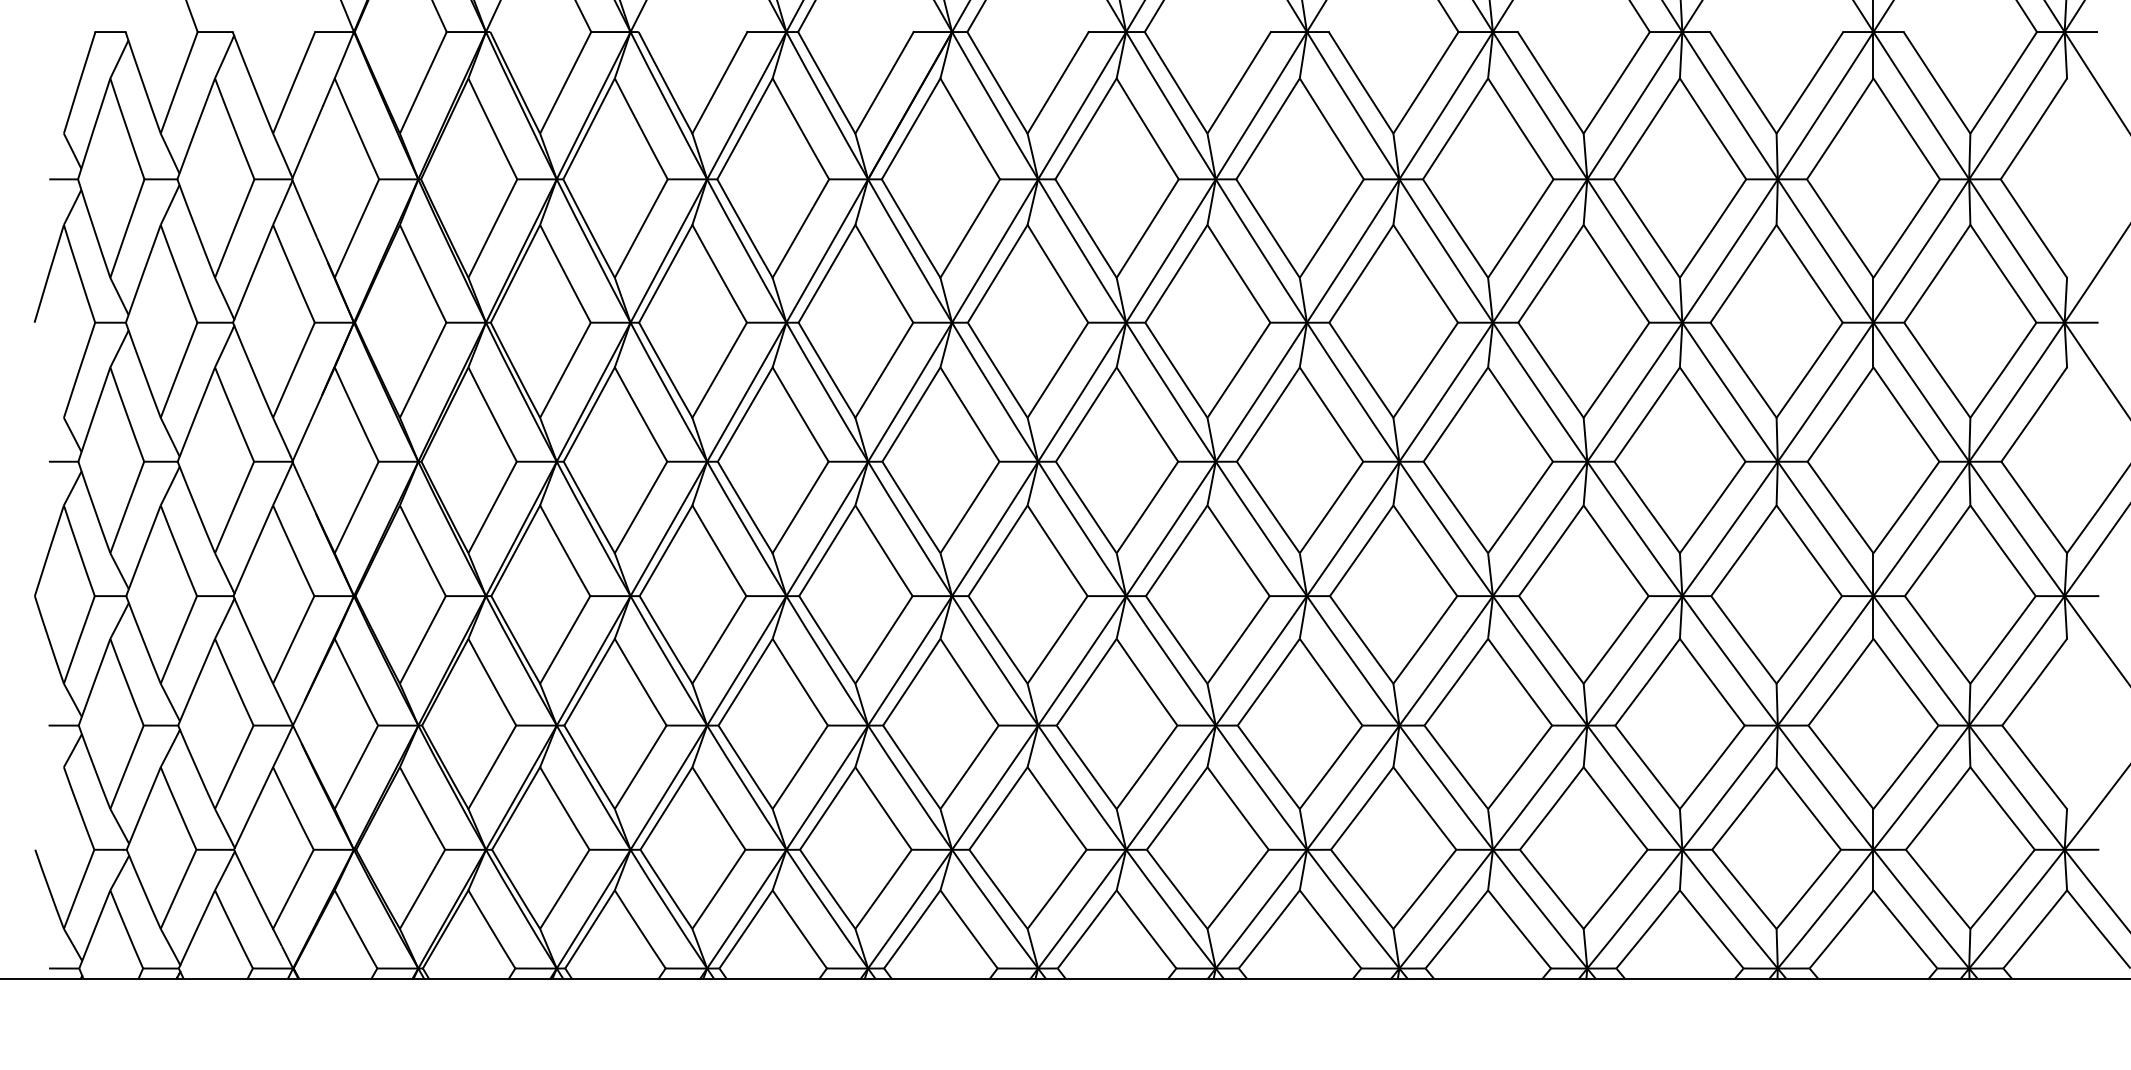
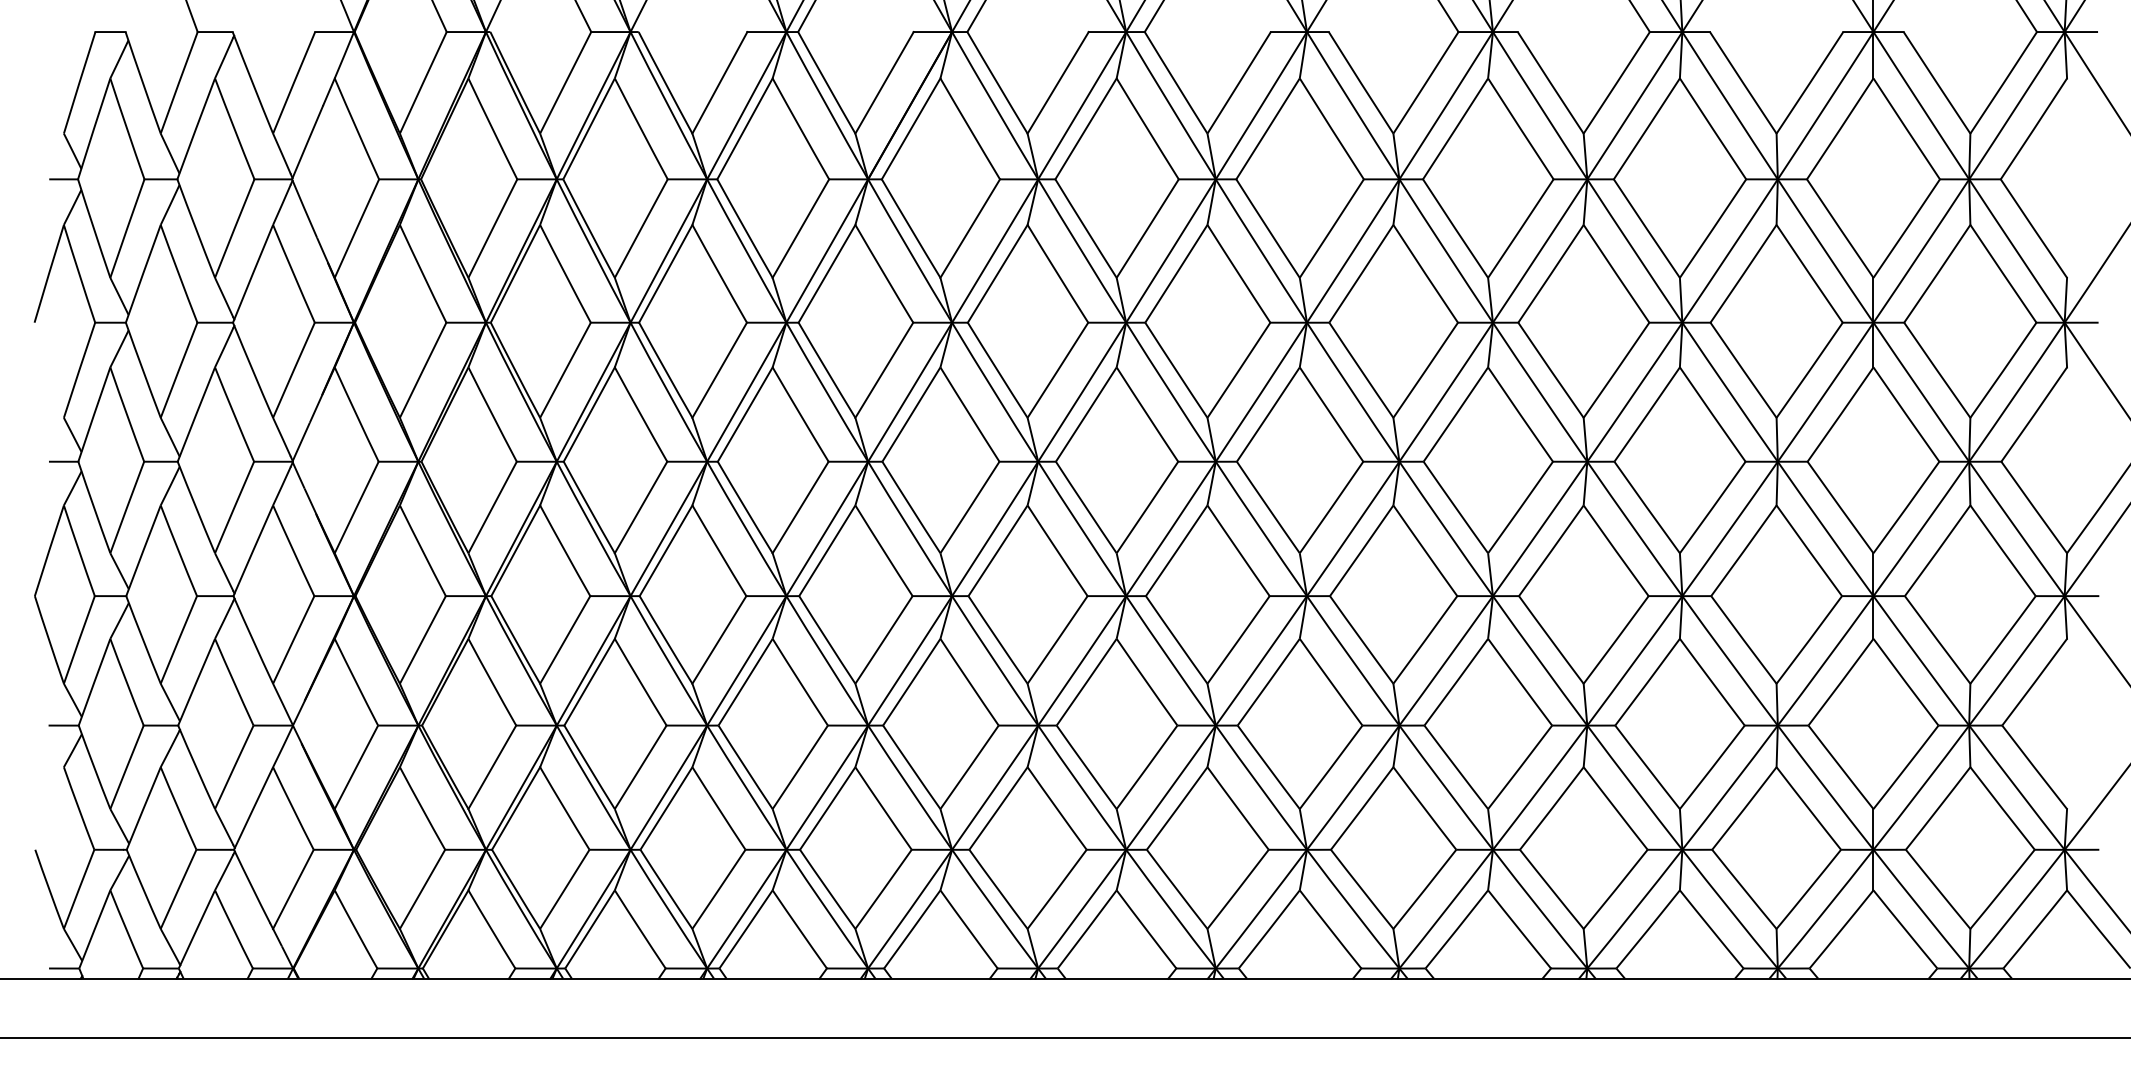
line at (1064, 1037): none -> present
